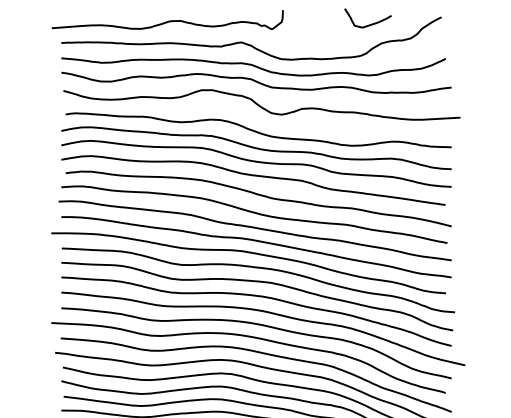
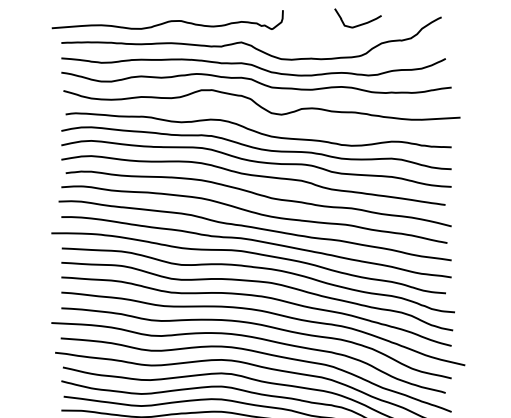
curve at (368, 24) position: (368, 24) -> (358, 24)
